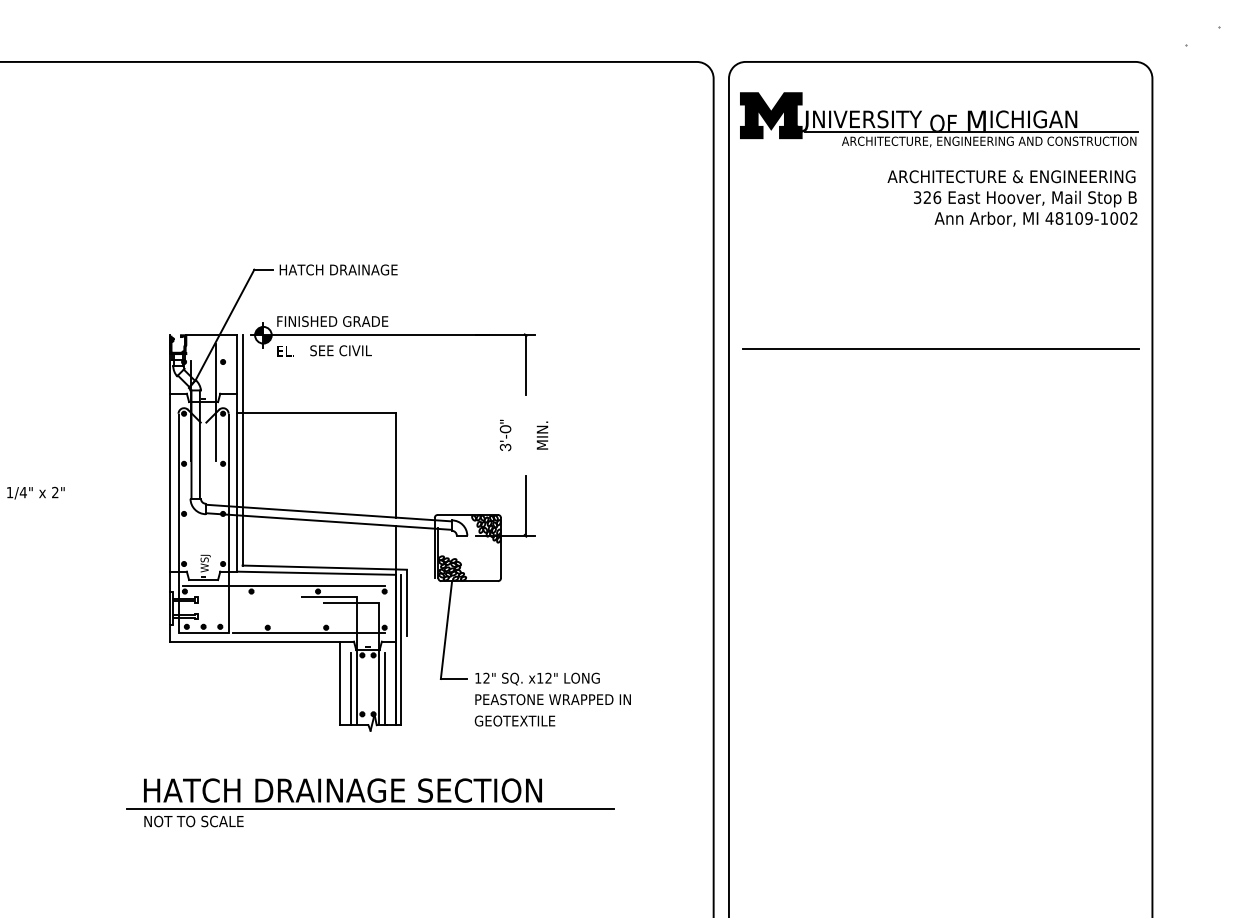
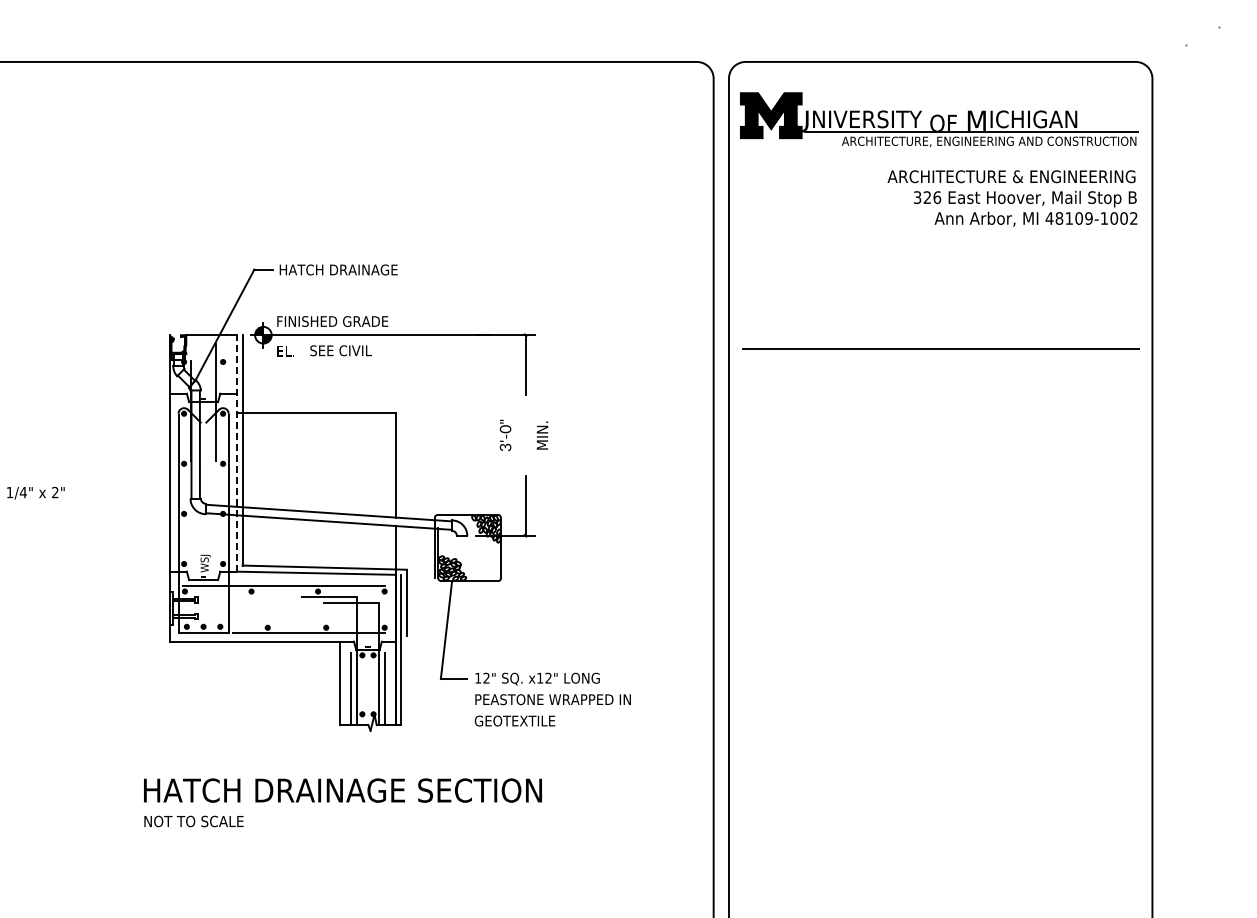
line at (237, 452): solid -> dashed
line at (370, 809): present -> none
